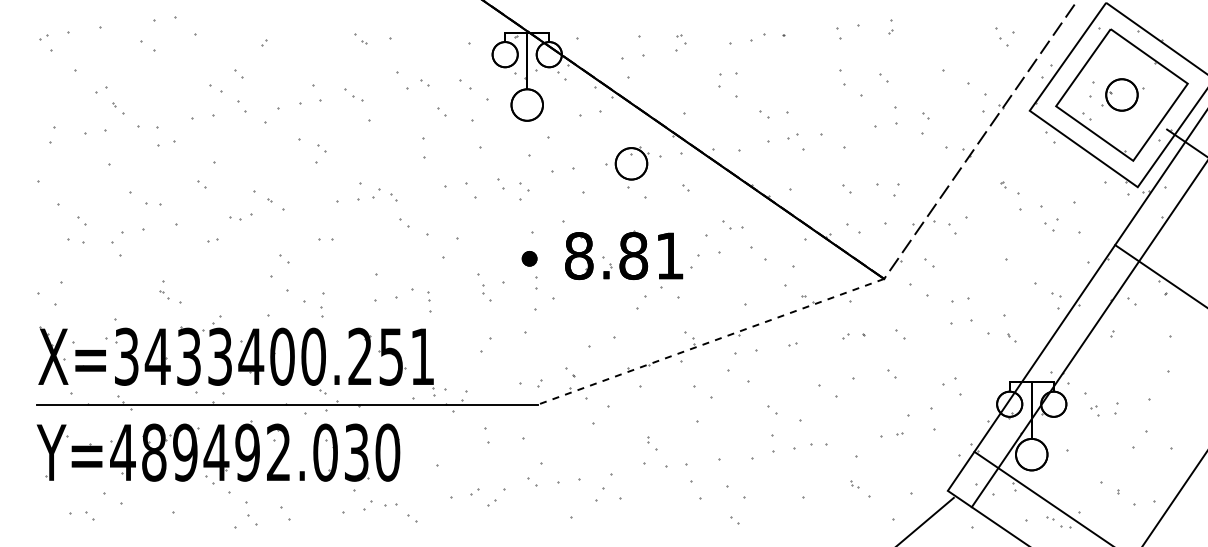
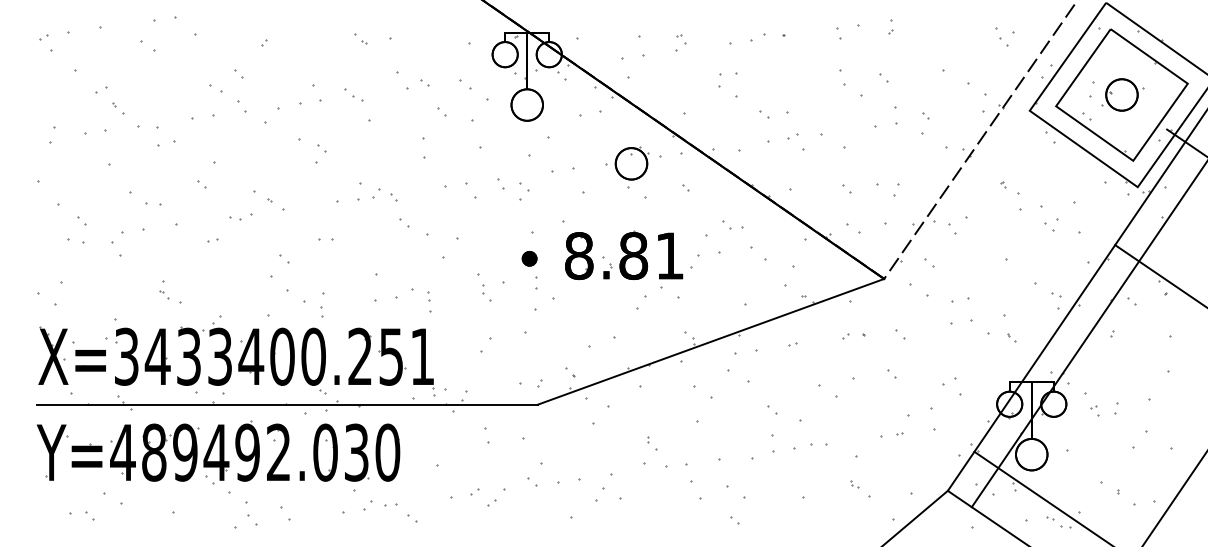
line at (710, 342): dashed -> solid
line at (926, 520) position: (926, 520) -> (916, 516)
